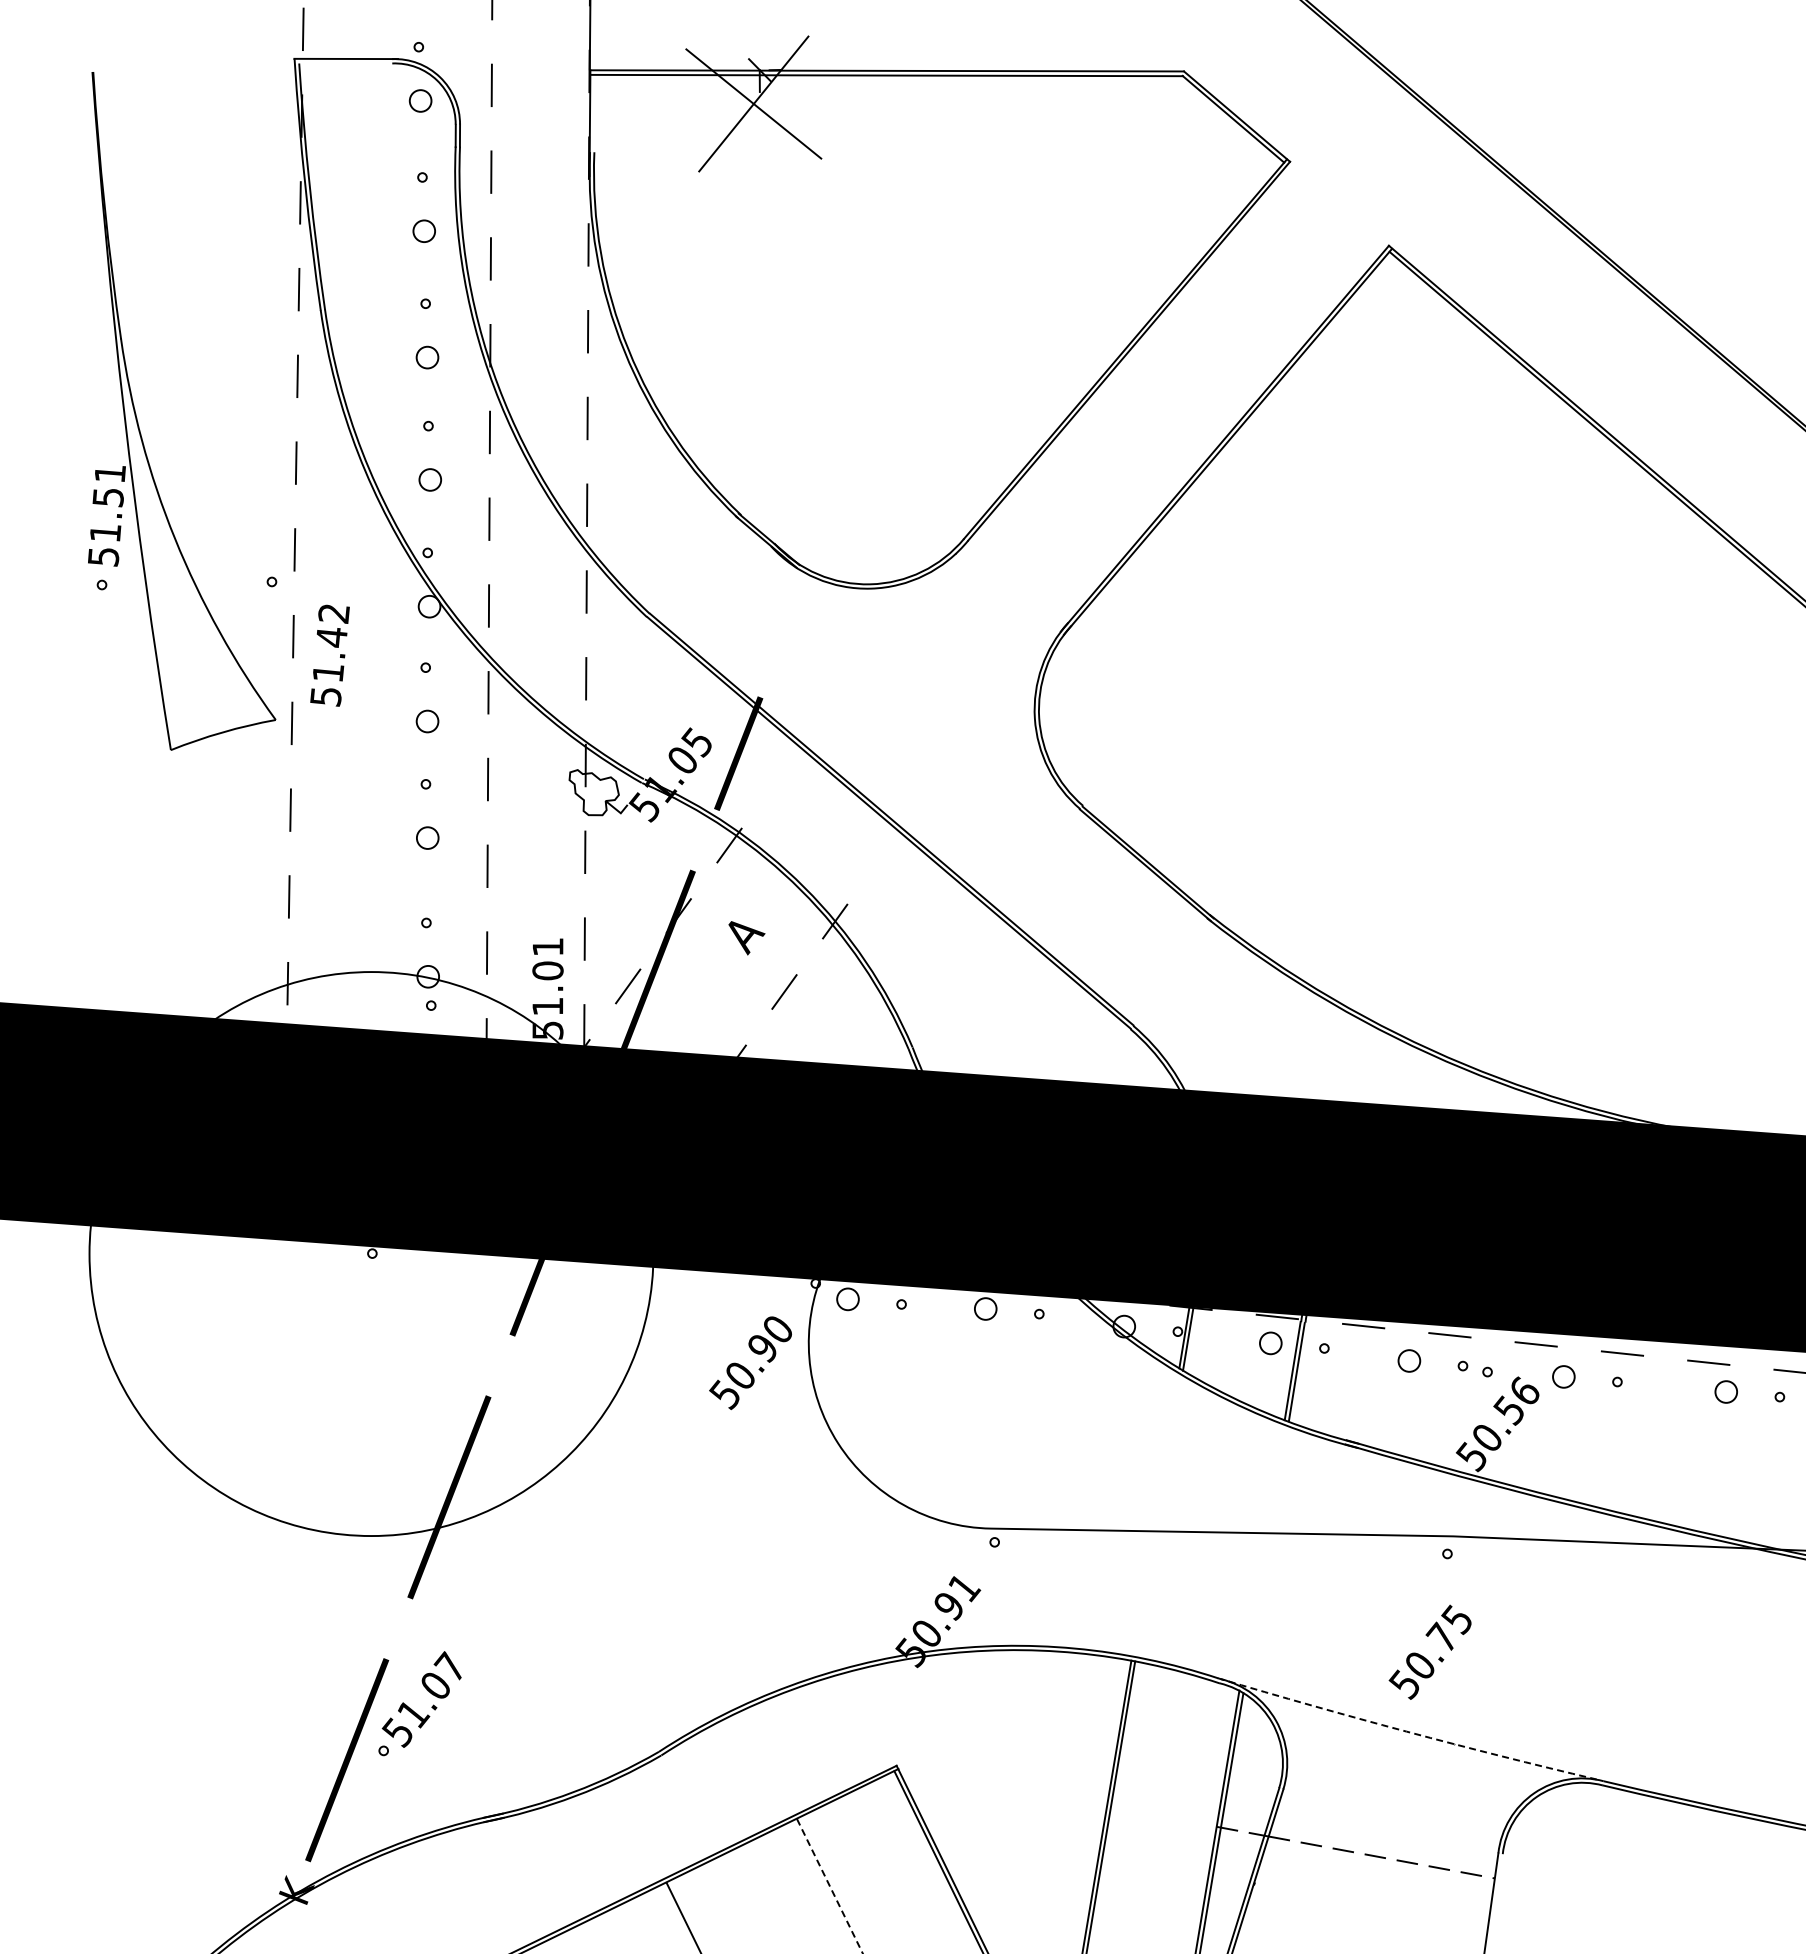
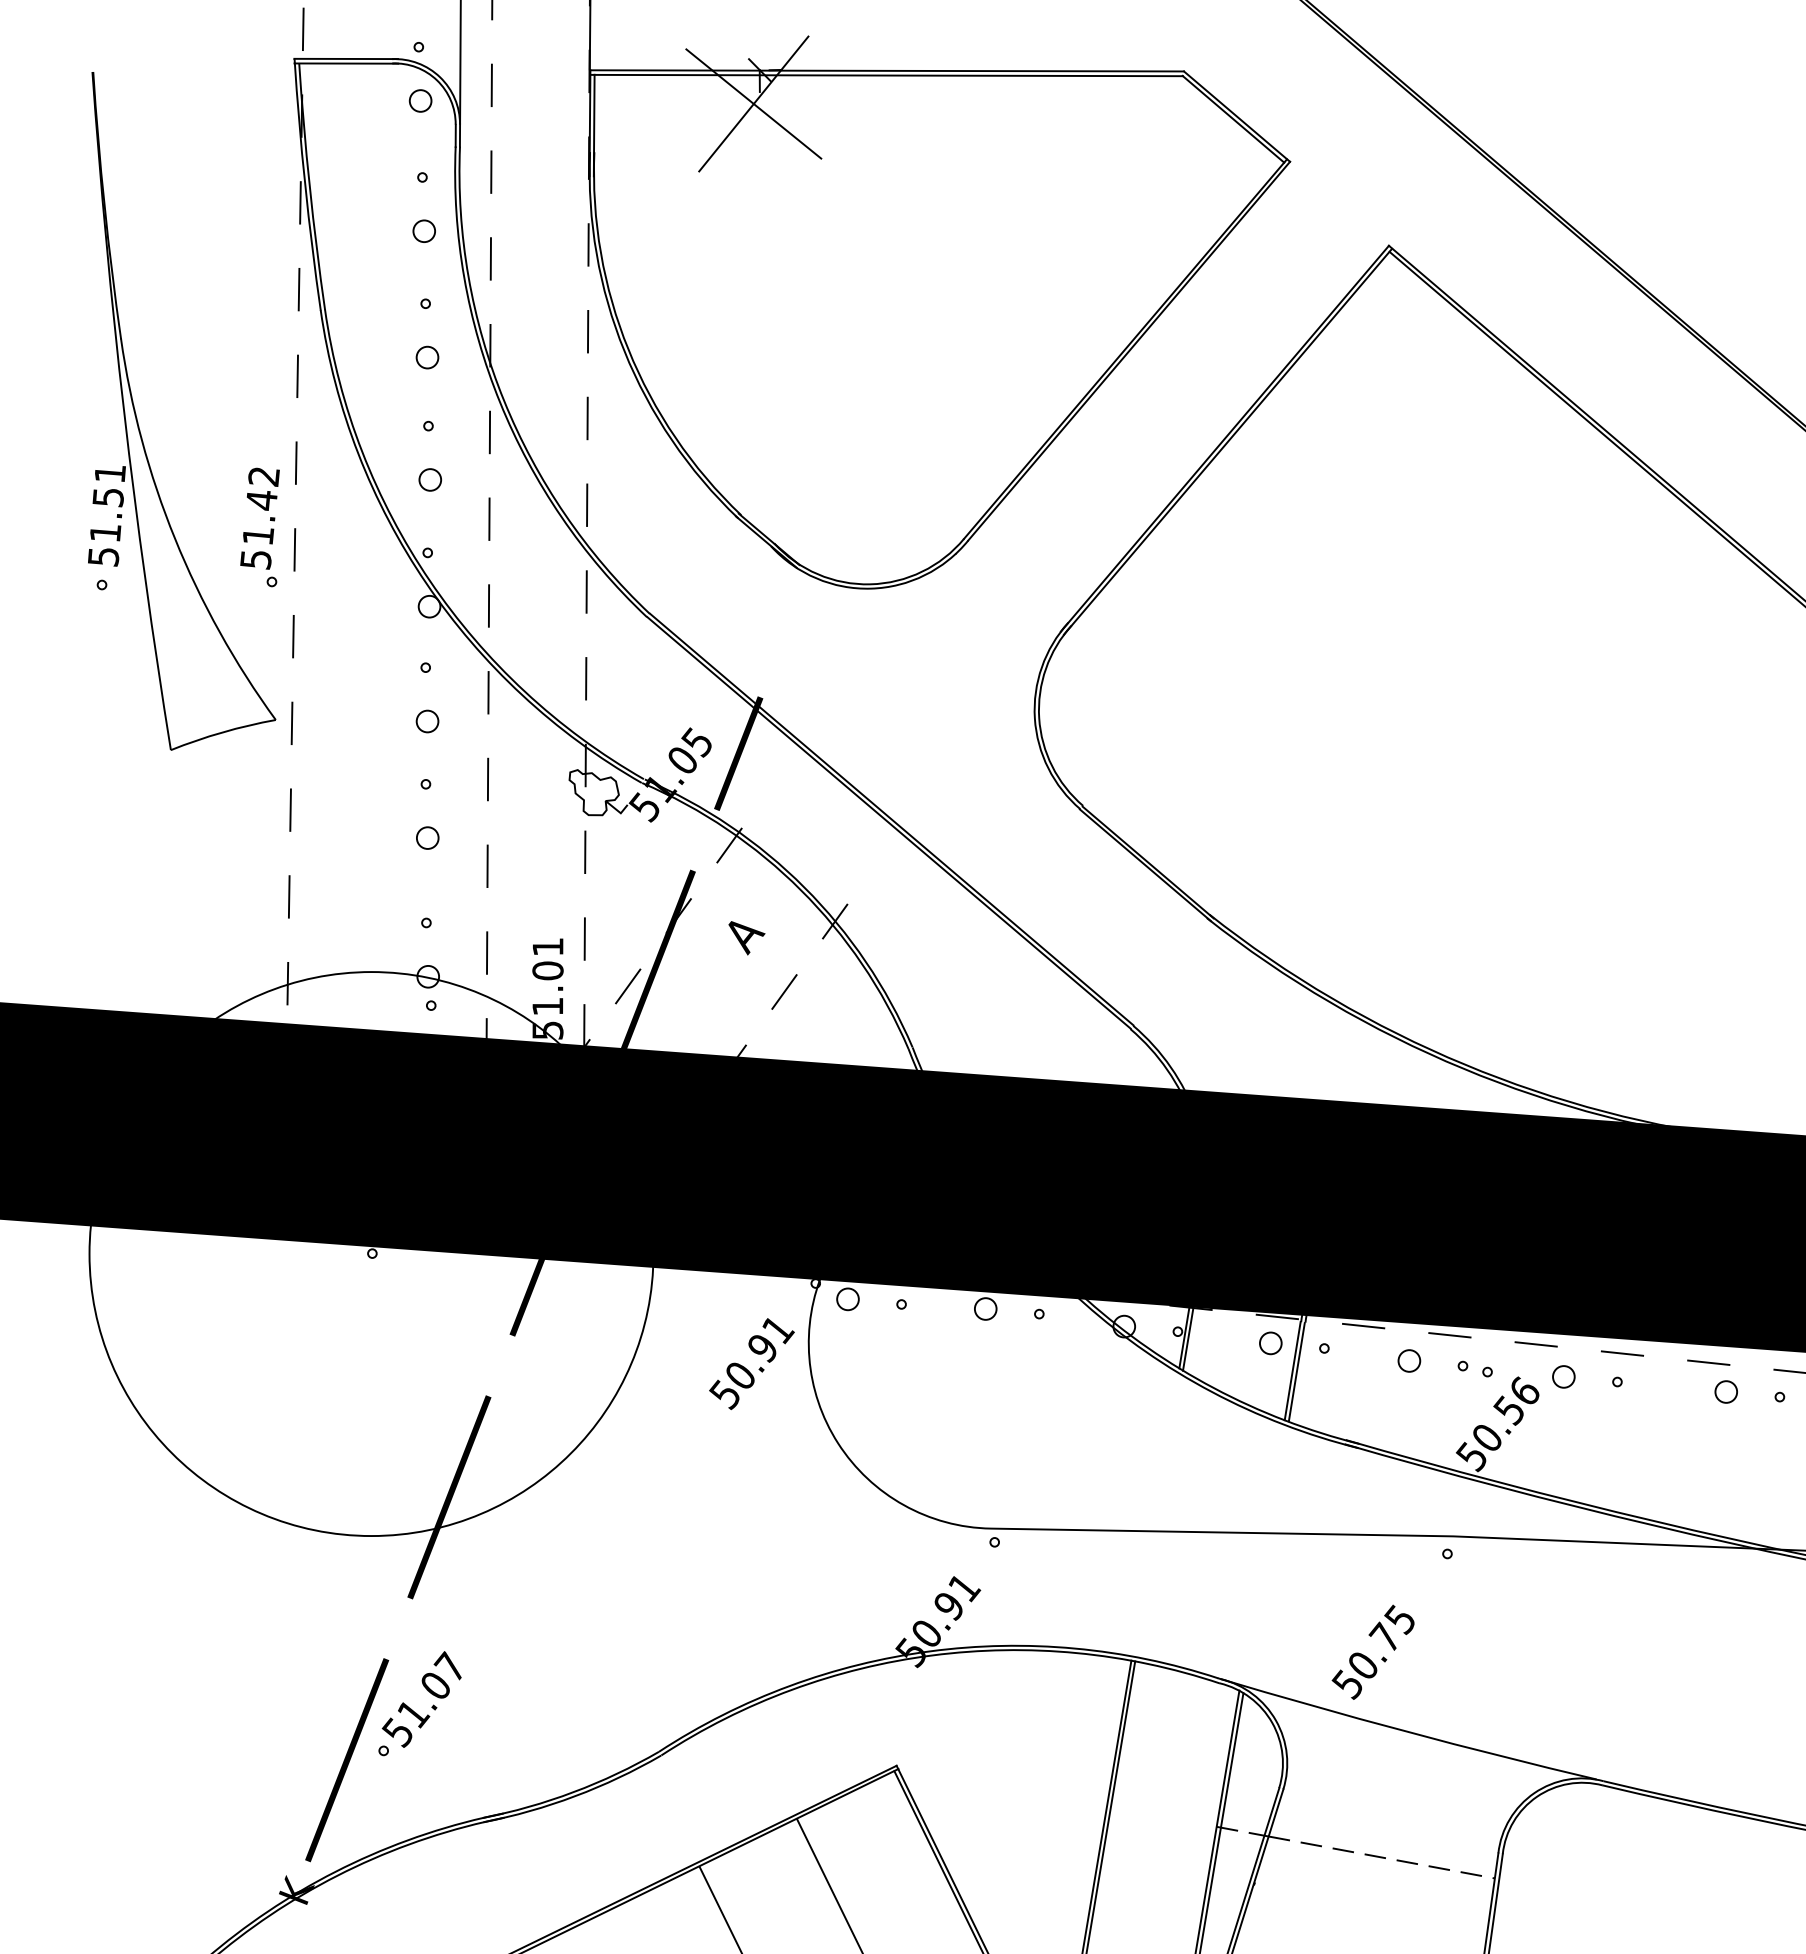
line at (346, 63): none -> present
line at (460, 63): none -> present
line at (593, 125): none -> present
text at (329, 655) position: (329, 655) -> (259, 518)
text at (778, 1330): 50.90 -> 50.91
text at (1429, 1651) position: (1429, 1651) -> (1372, 1651)
arc at (1406, 1731): dashed -> solid
line at (829, 1886): dashed -> solid
line at (1495, 1902): none -> present
line at (682, 1916) position: (682, 1916) -> (719, 1908)
